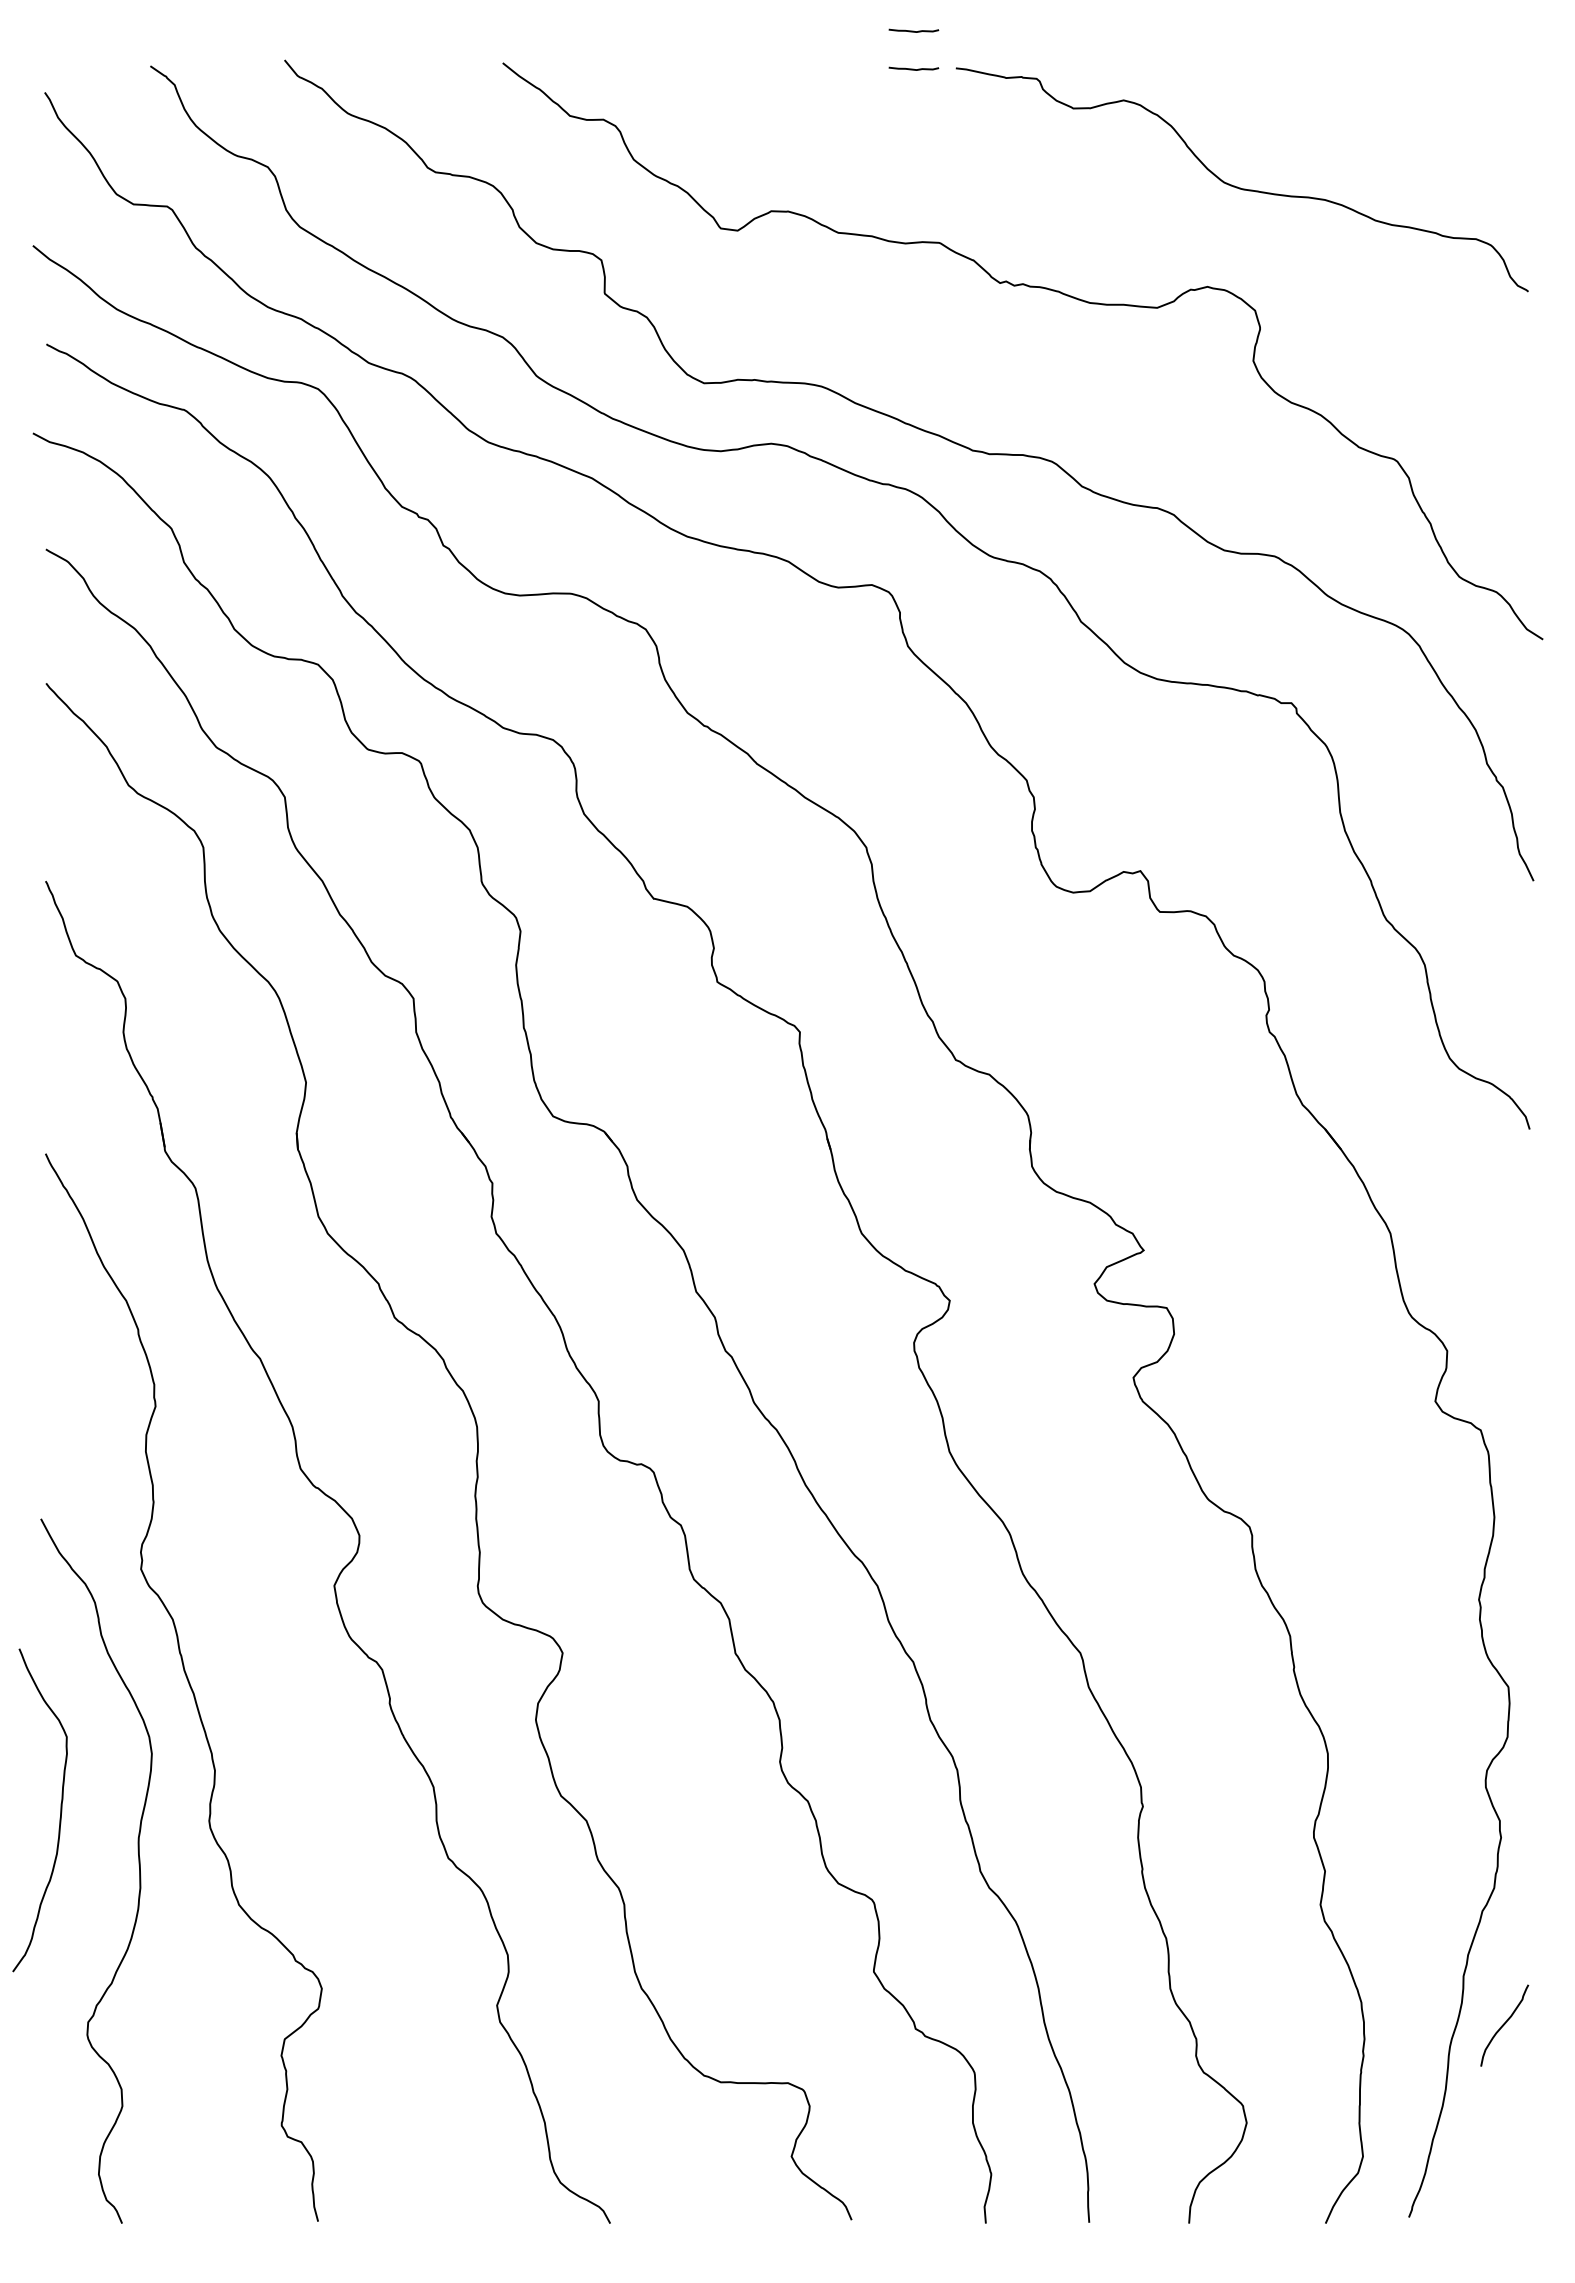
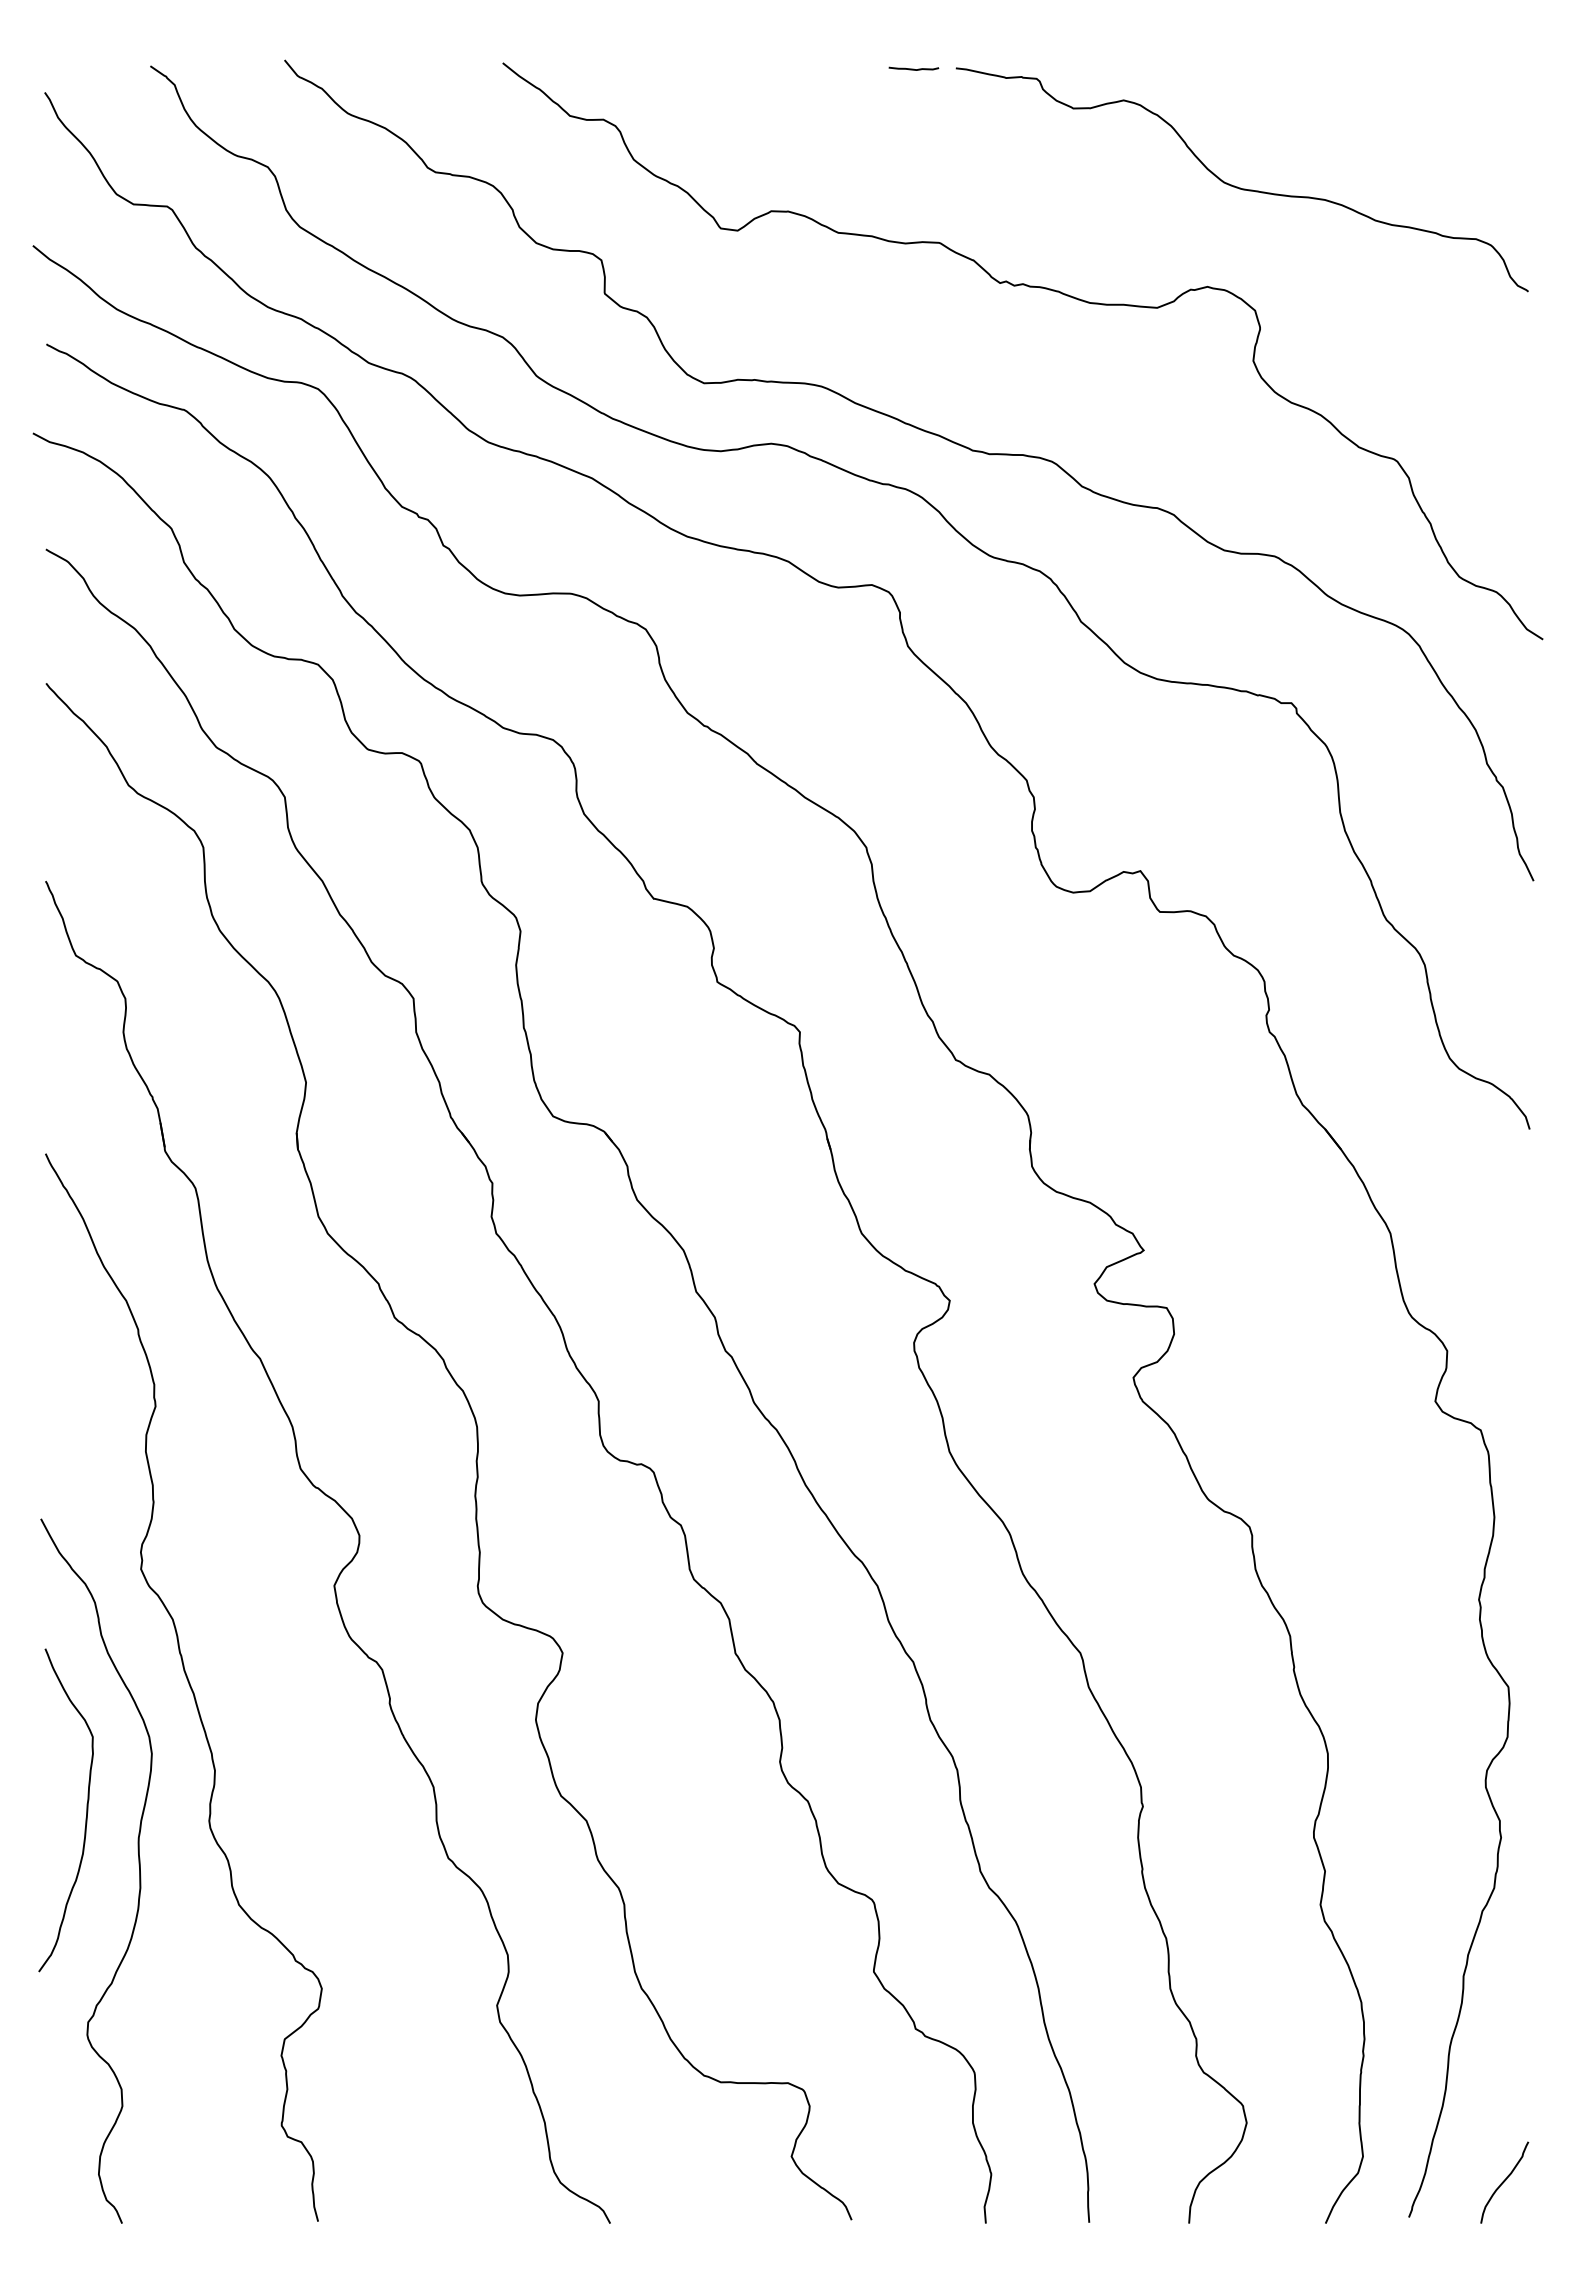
curve at (913, 30): present -> none
curve at (60, 1810) position: (60, 1810) -> (86, 1810)
curve at (1504, 2025) position: (1504, 2025) -> (1504, 2182)
